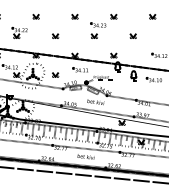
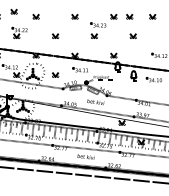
part at (13, 11): none -> present
part at (129, 16): none -> present
